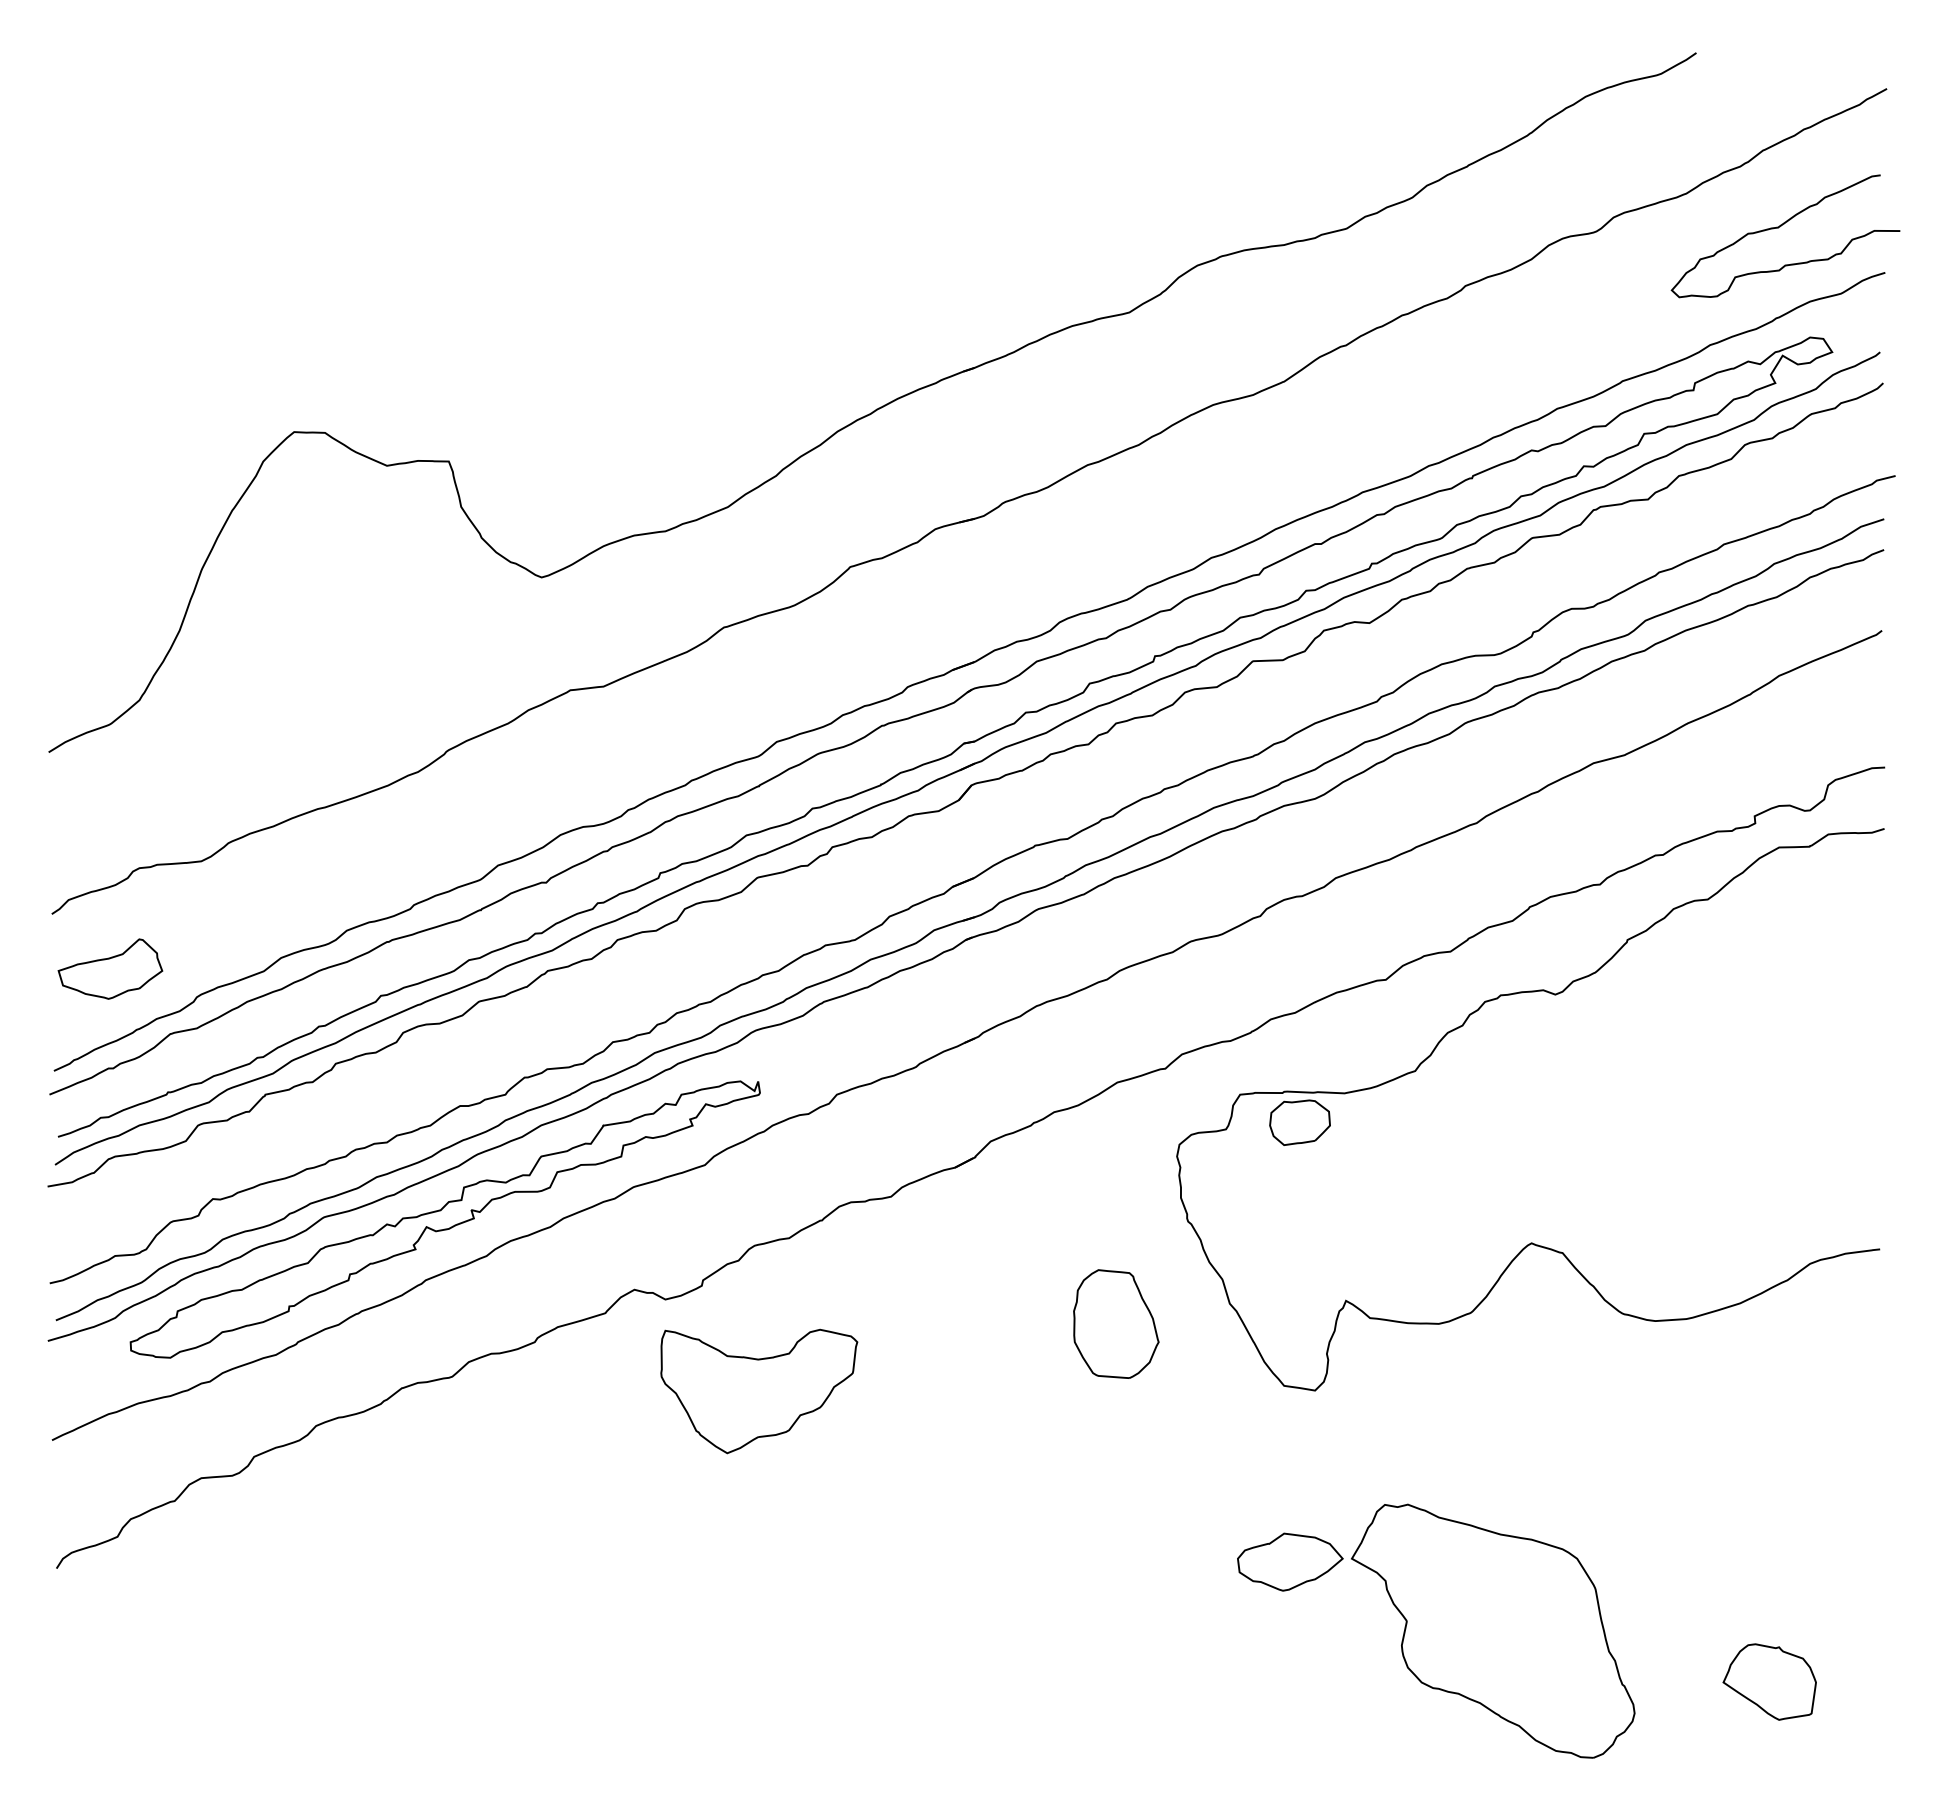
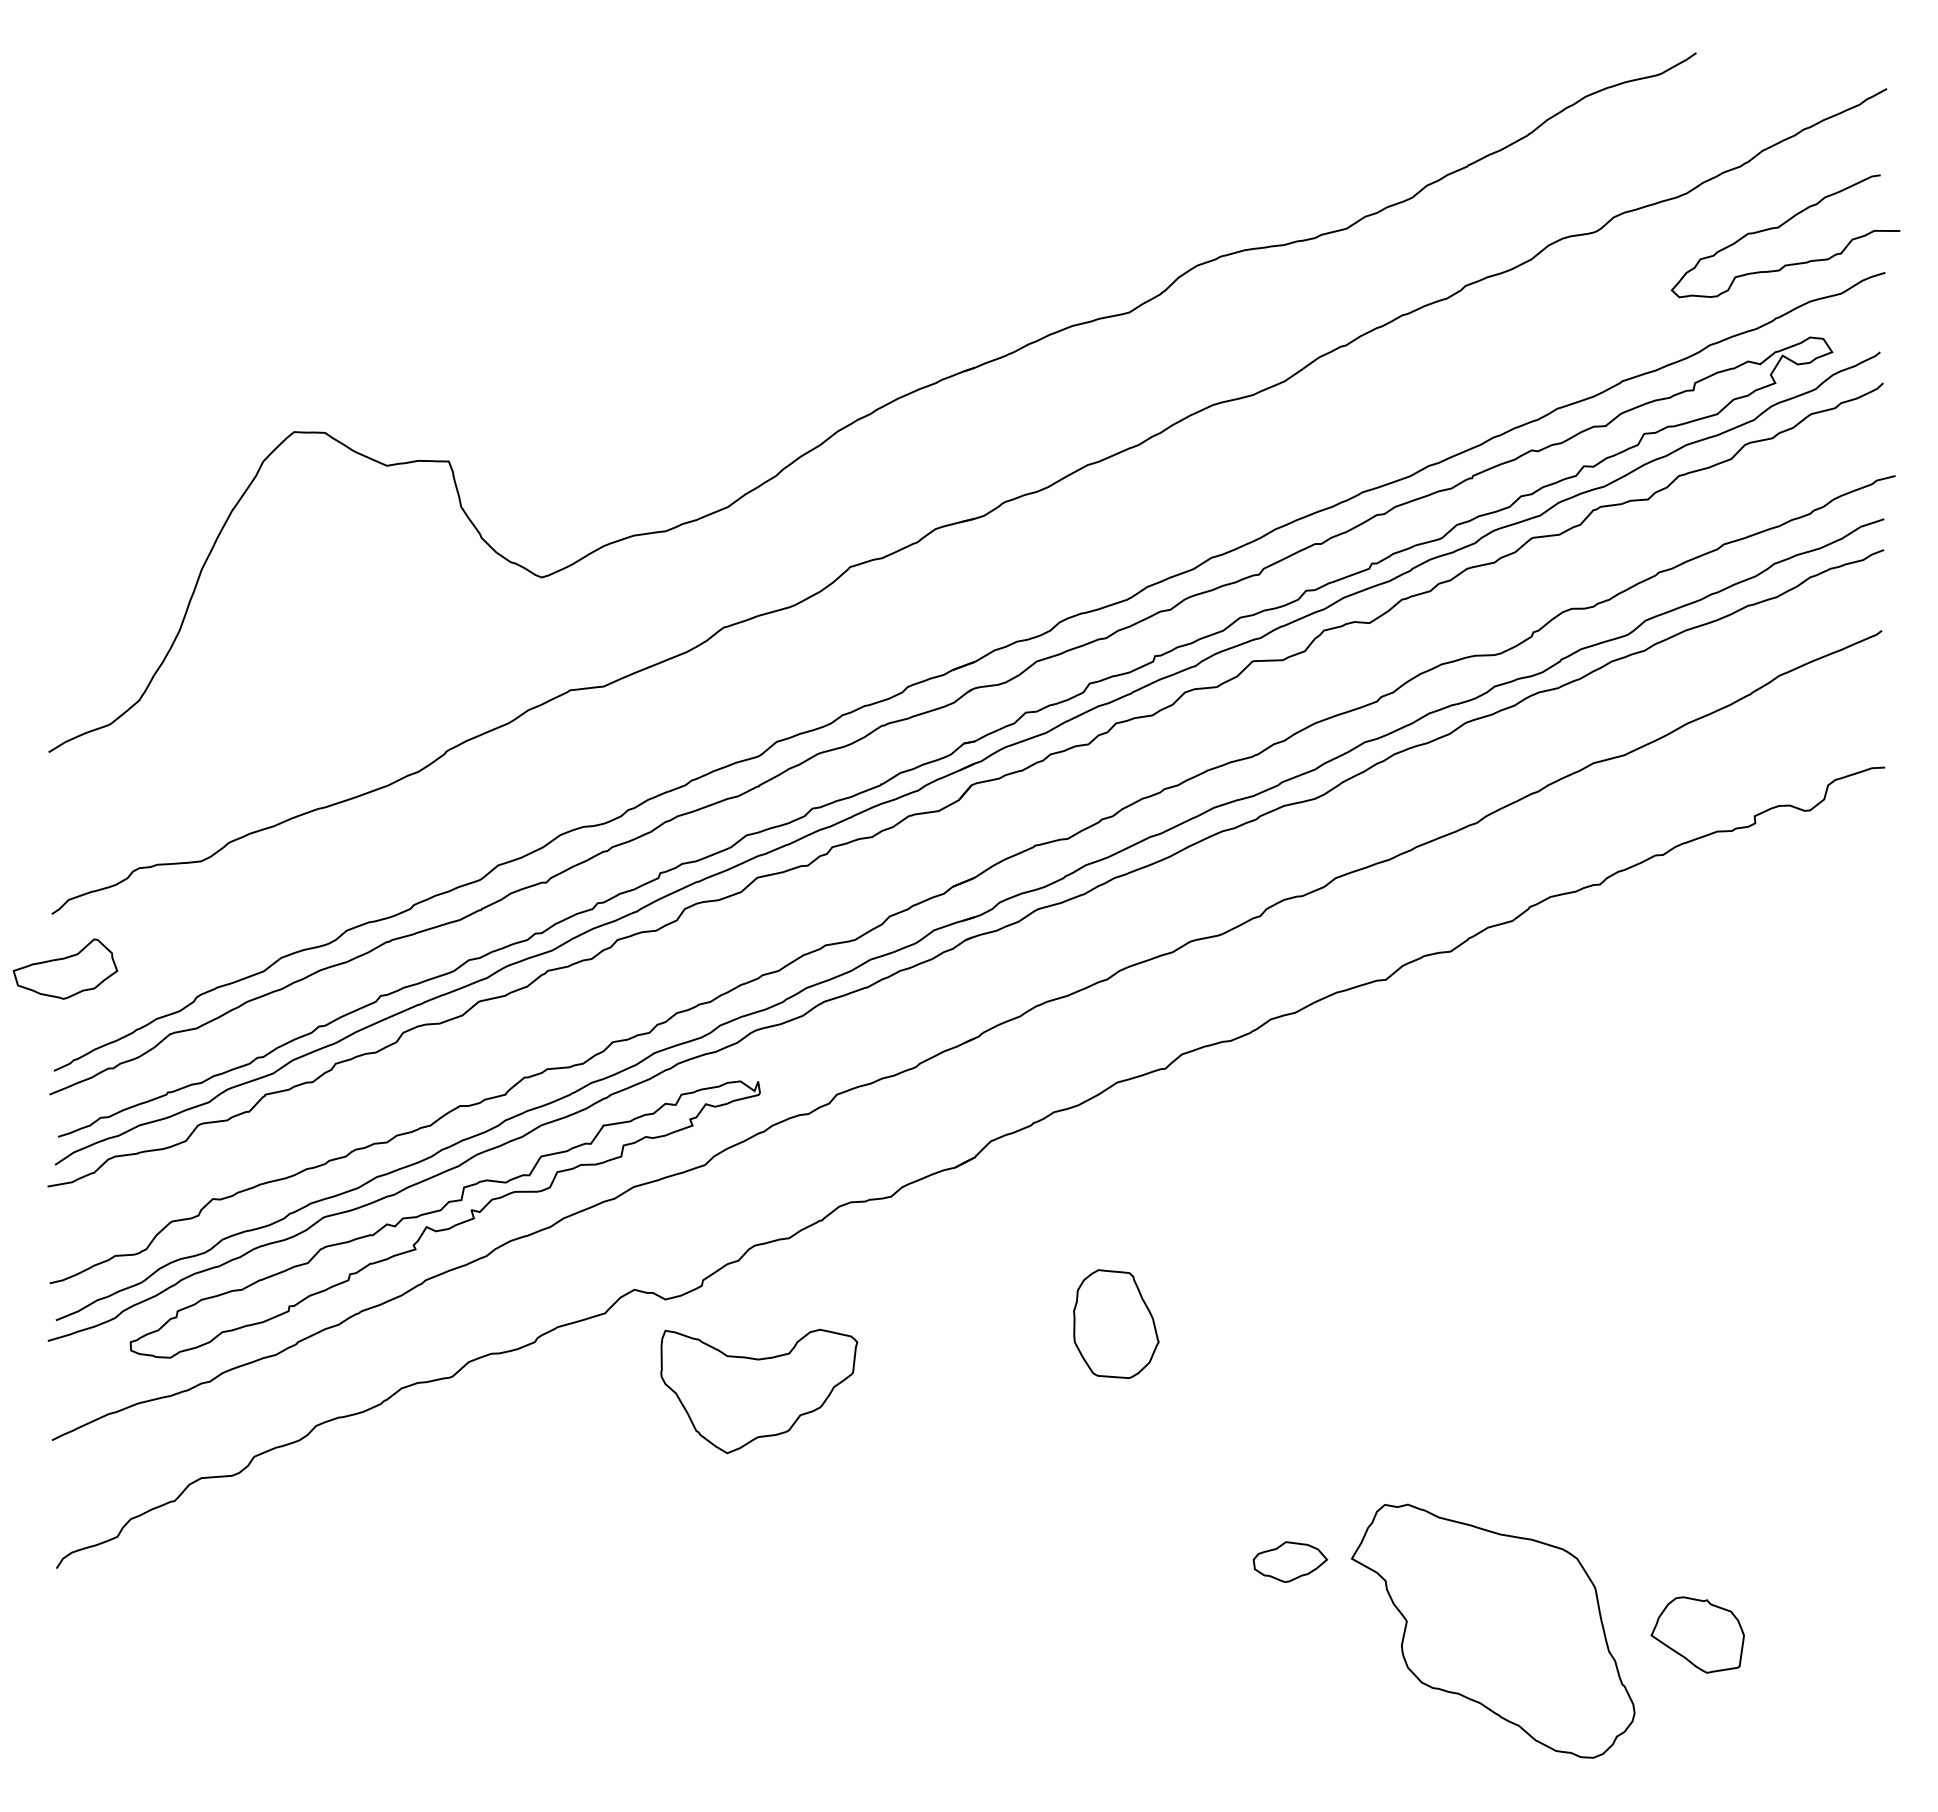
part at (110, 968) position: (110, 968) -> (65, 968)
part at (1461, 1027): present -> none
part at (1290, 1561) size: 107x60 px -> 77x42 px
part at (1769, 1681) position: (1769, 1681) -> (1697, 1634)
